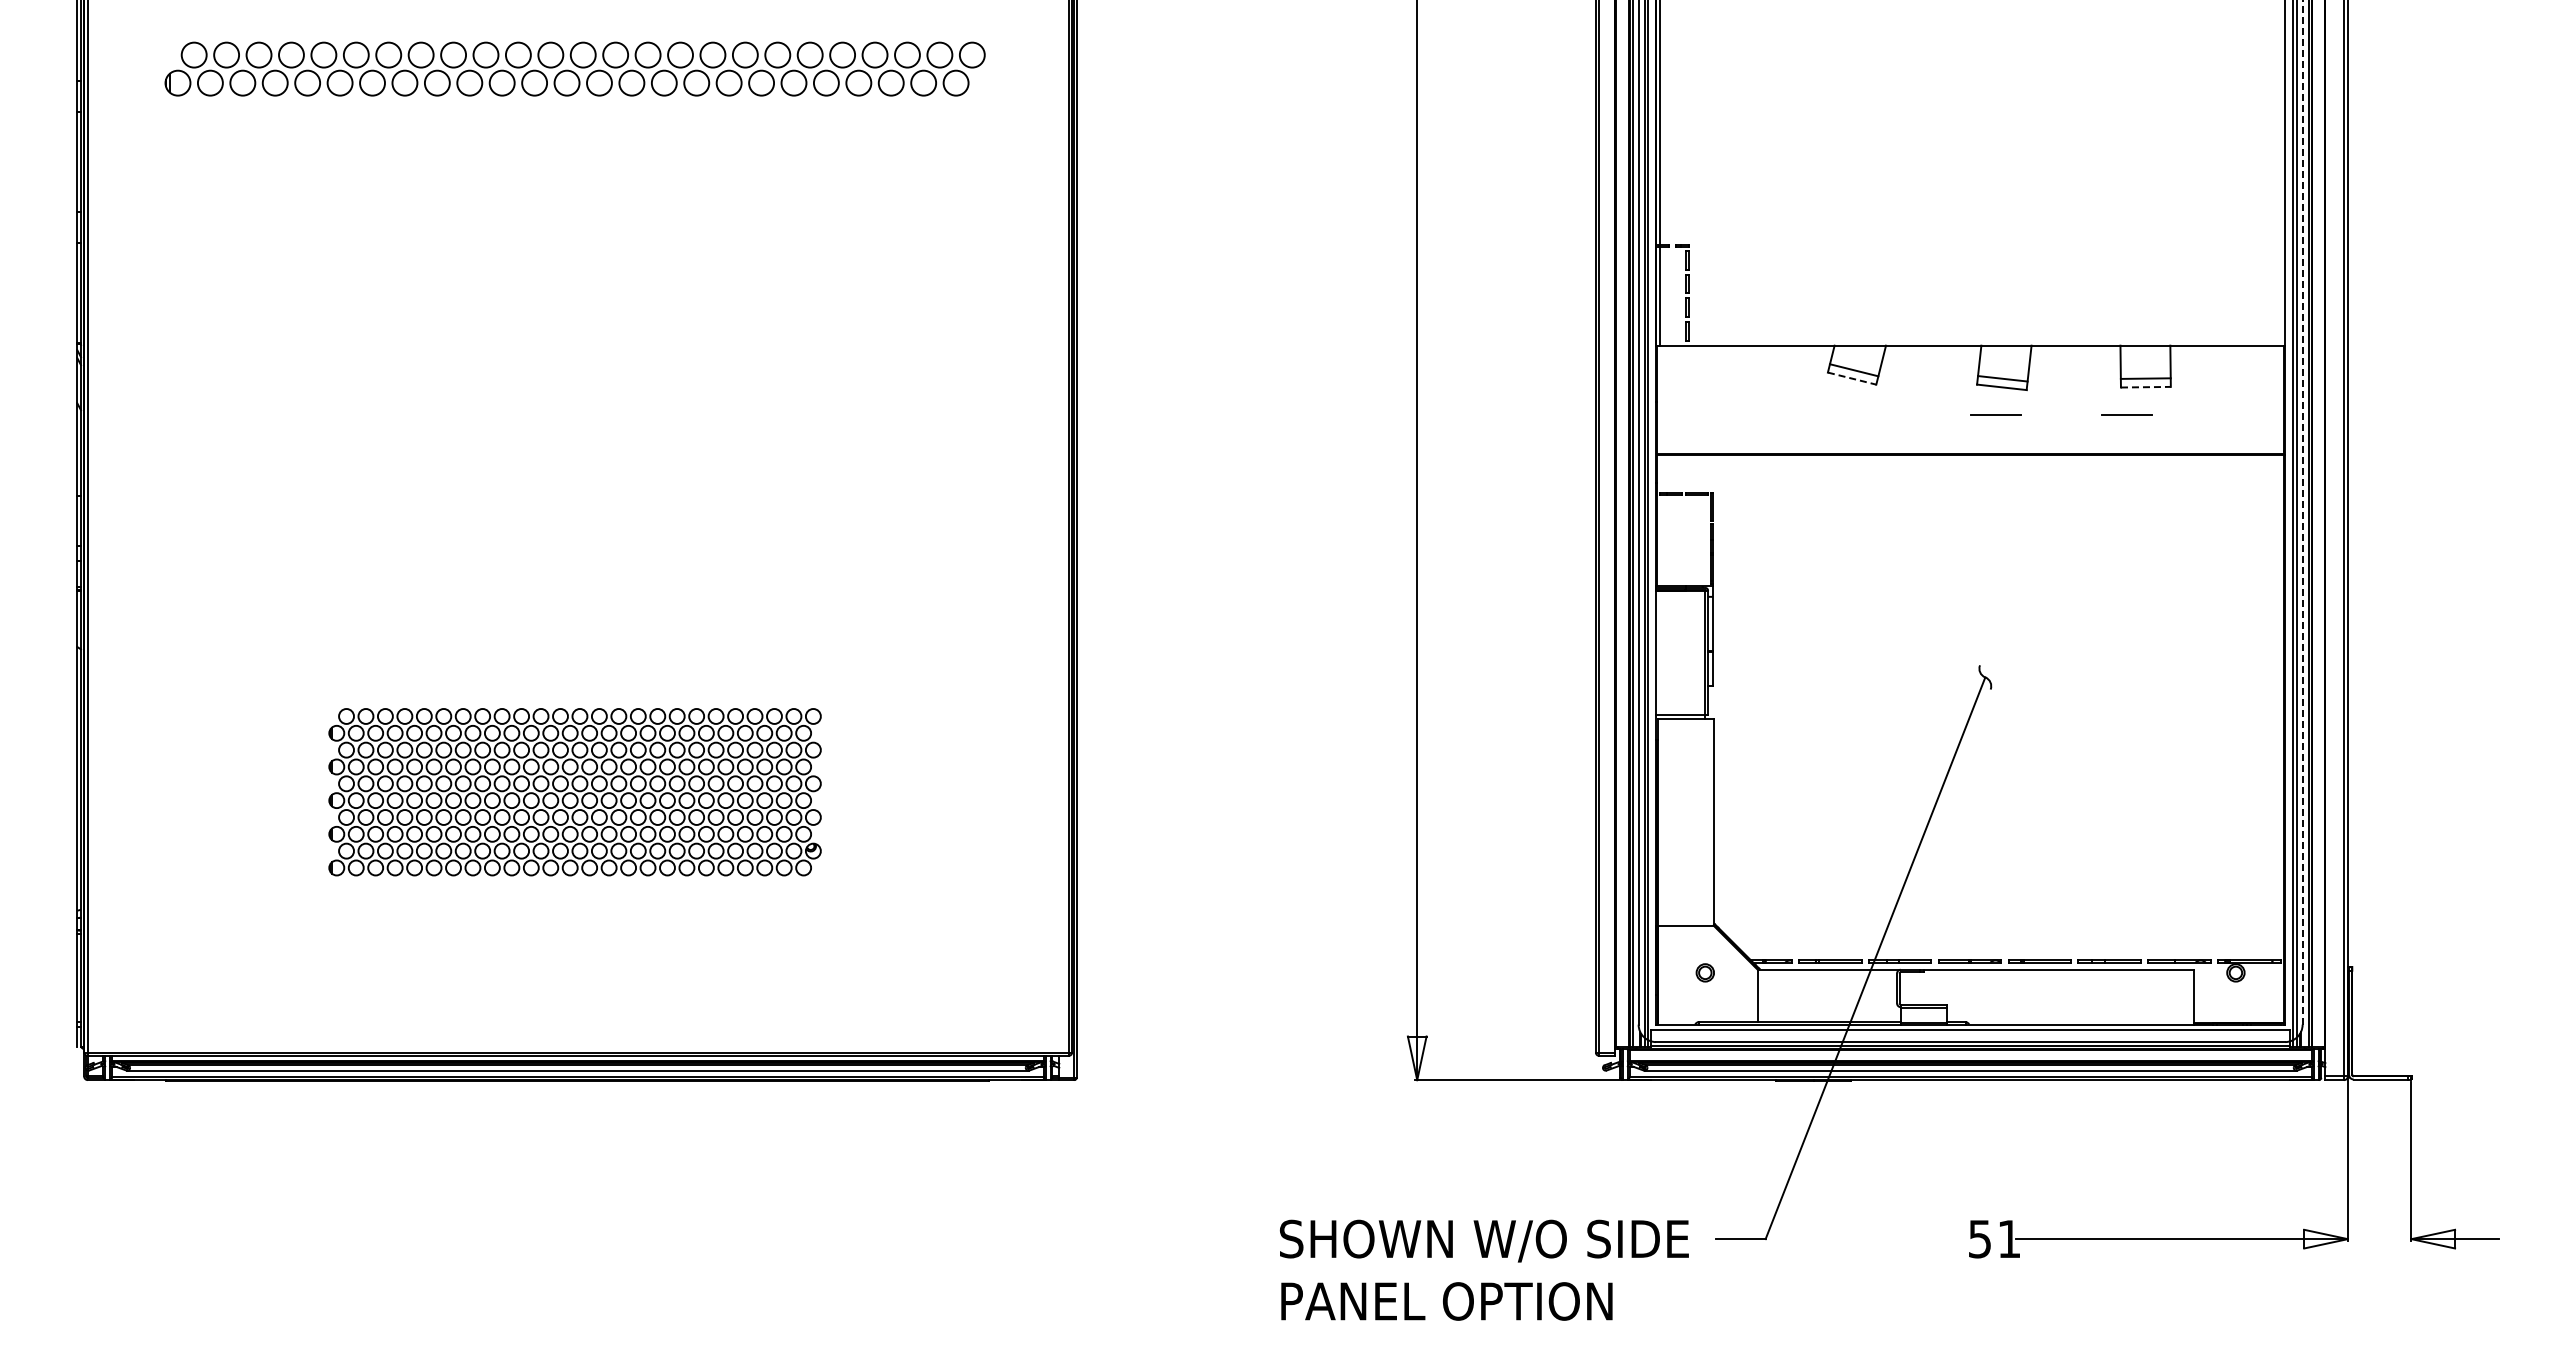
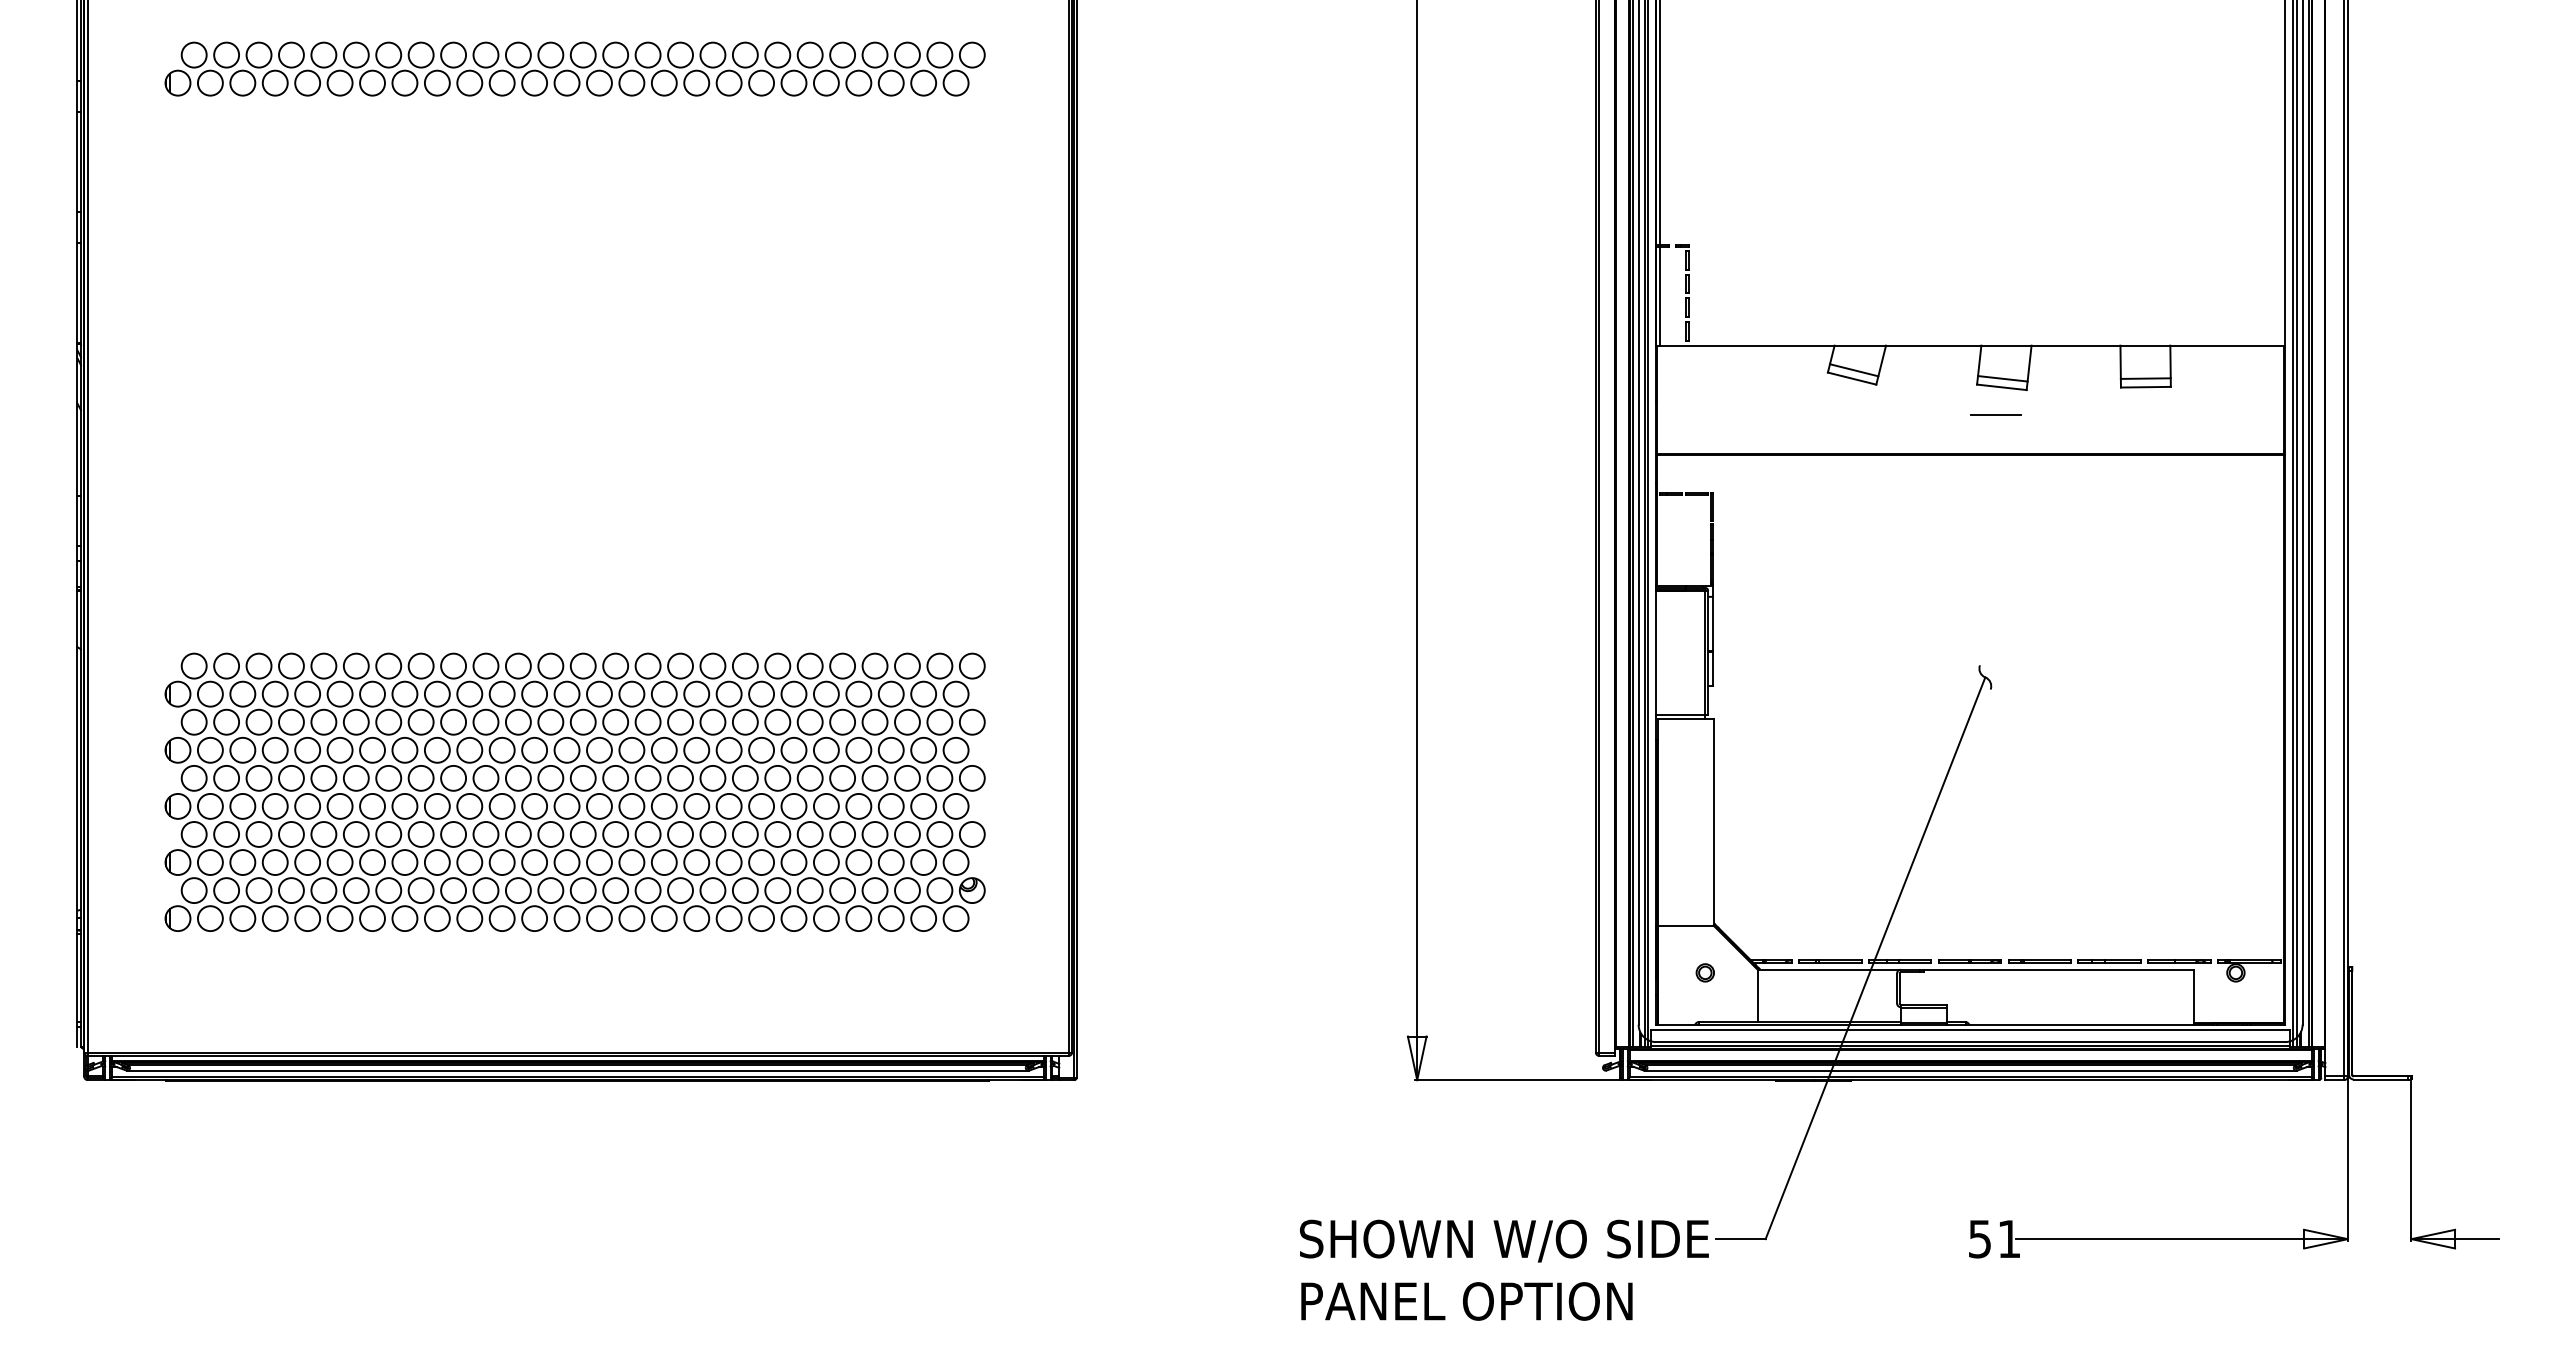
line at (1852, 378): dashed -> solid
line at (2145, 387): dashed -> solid
line at (2126, 414): present -> none
line at (2302, 512): dashed -> solid
part at (574, 792) size: 494x169 px -> 822x280 px
text at (1484, 1269) position: (1484, 1269) -> (1504, 1269)
